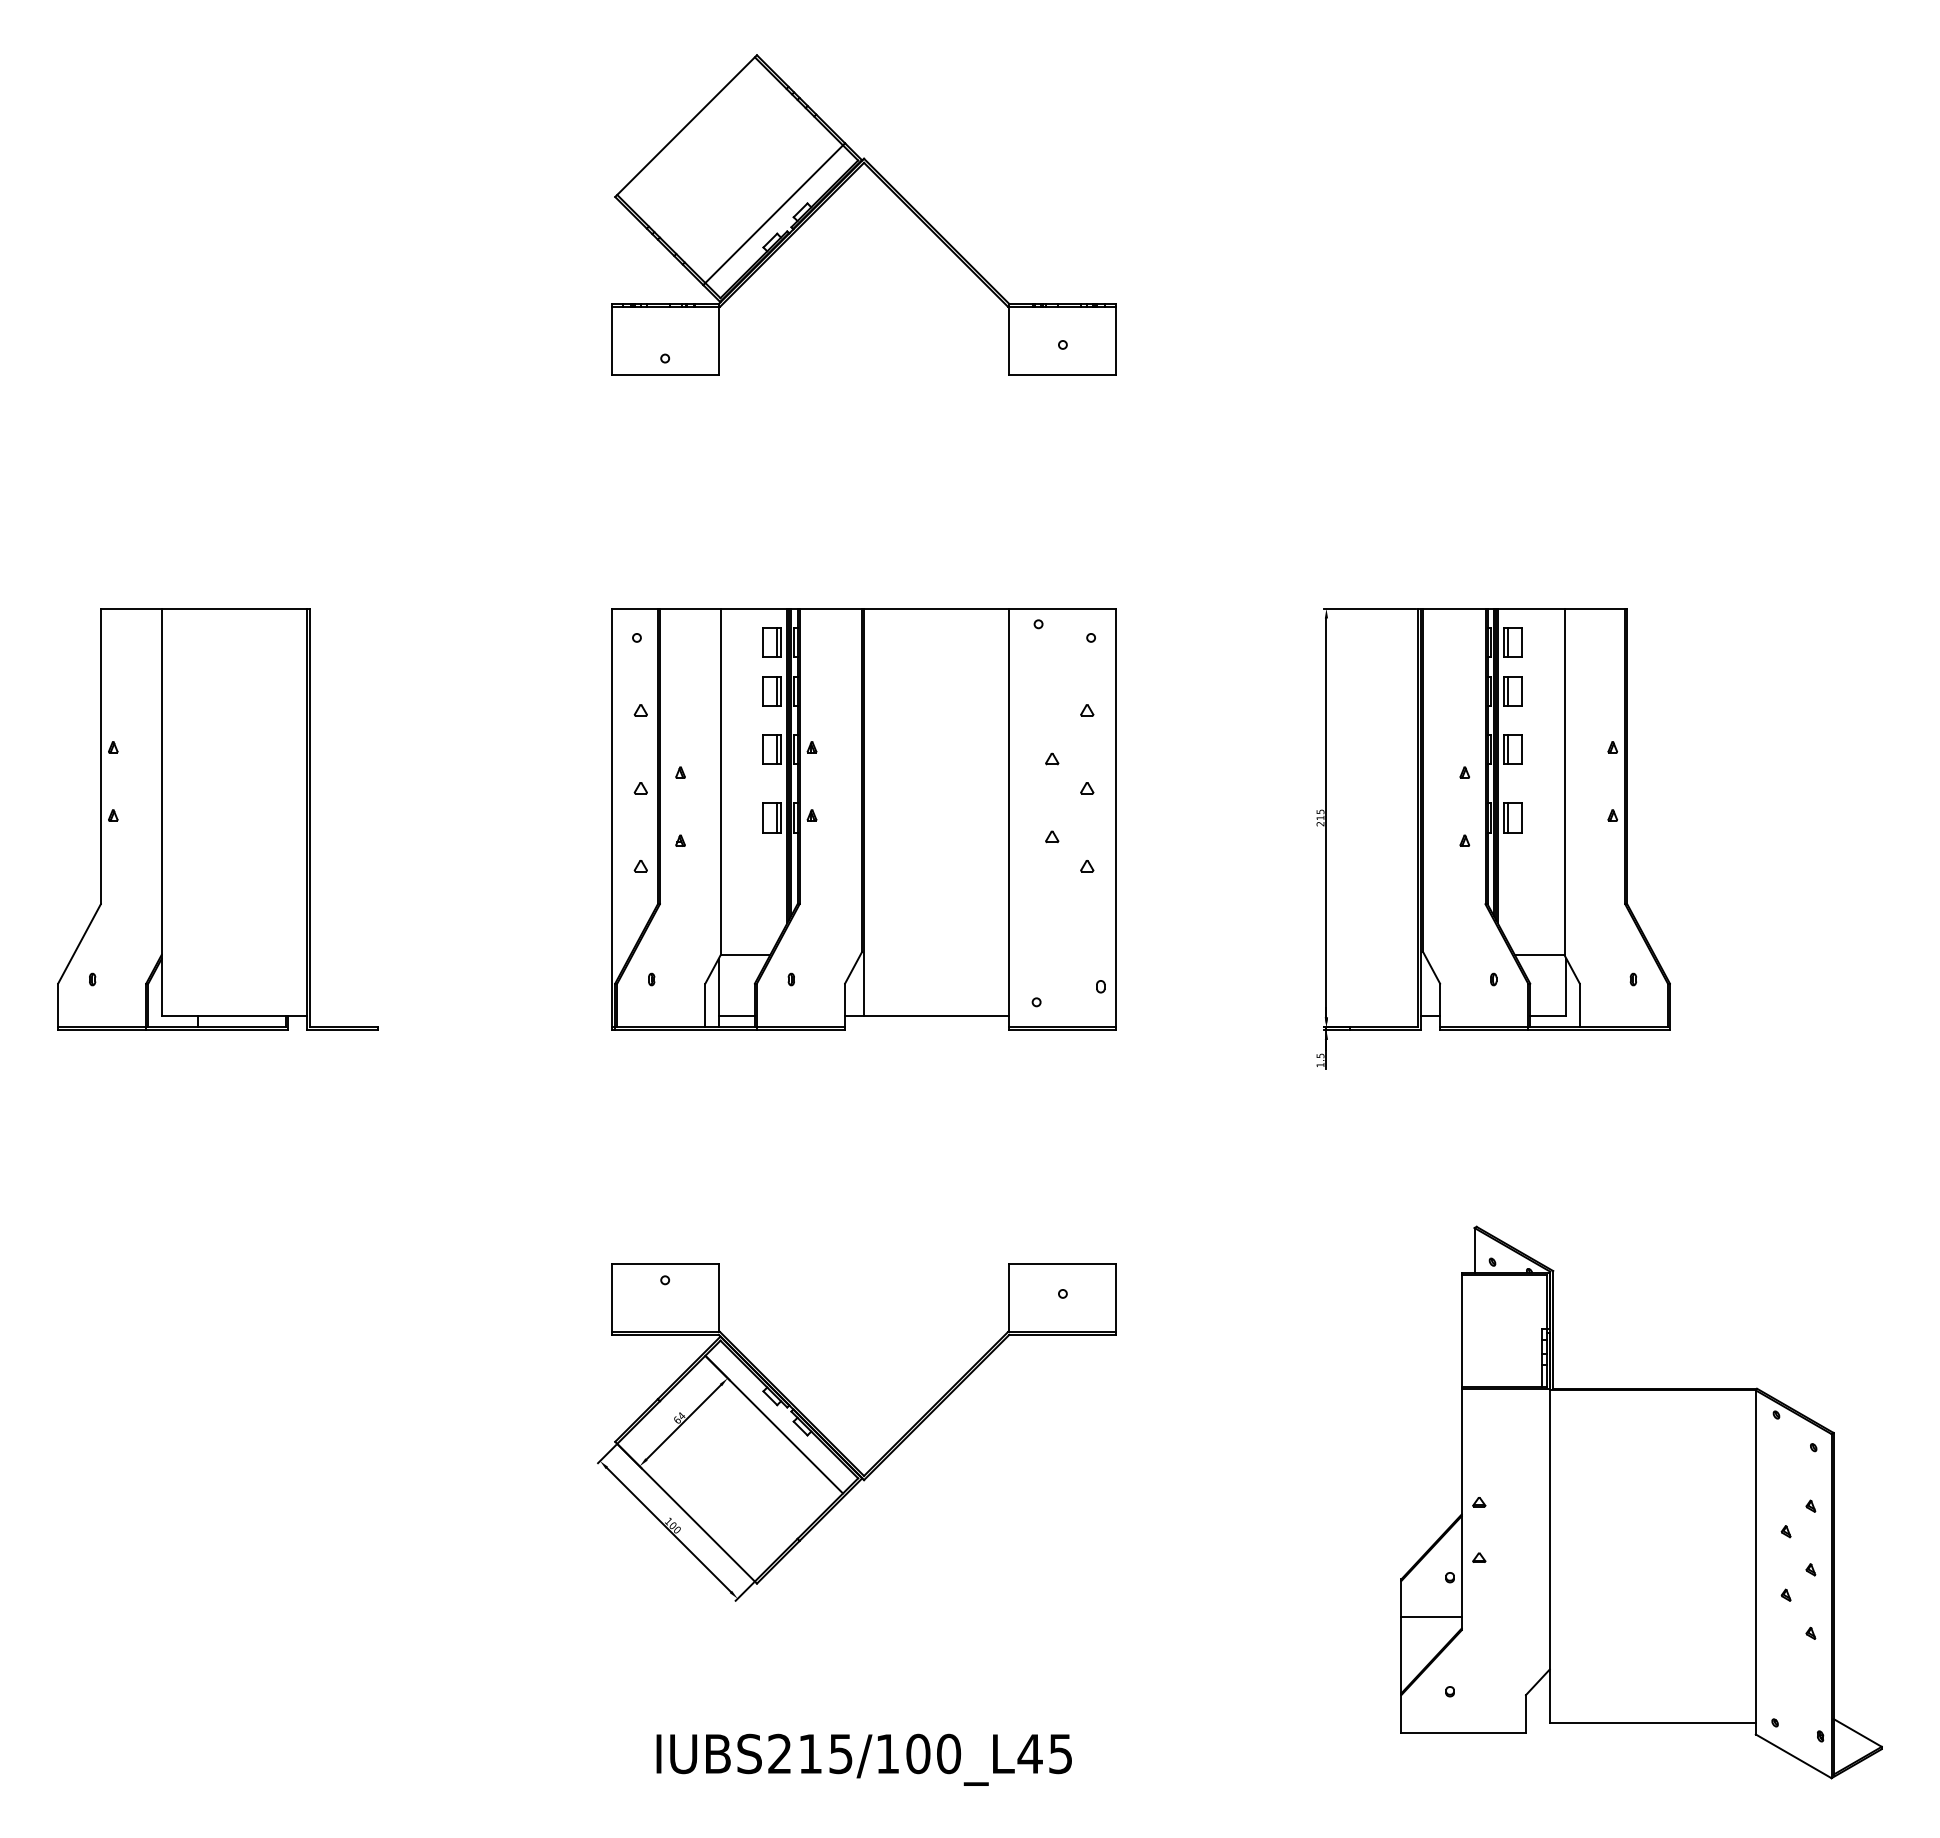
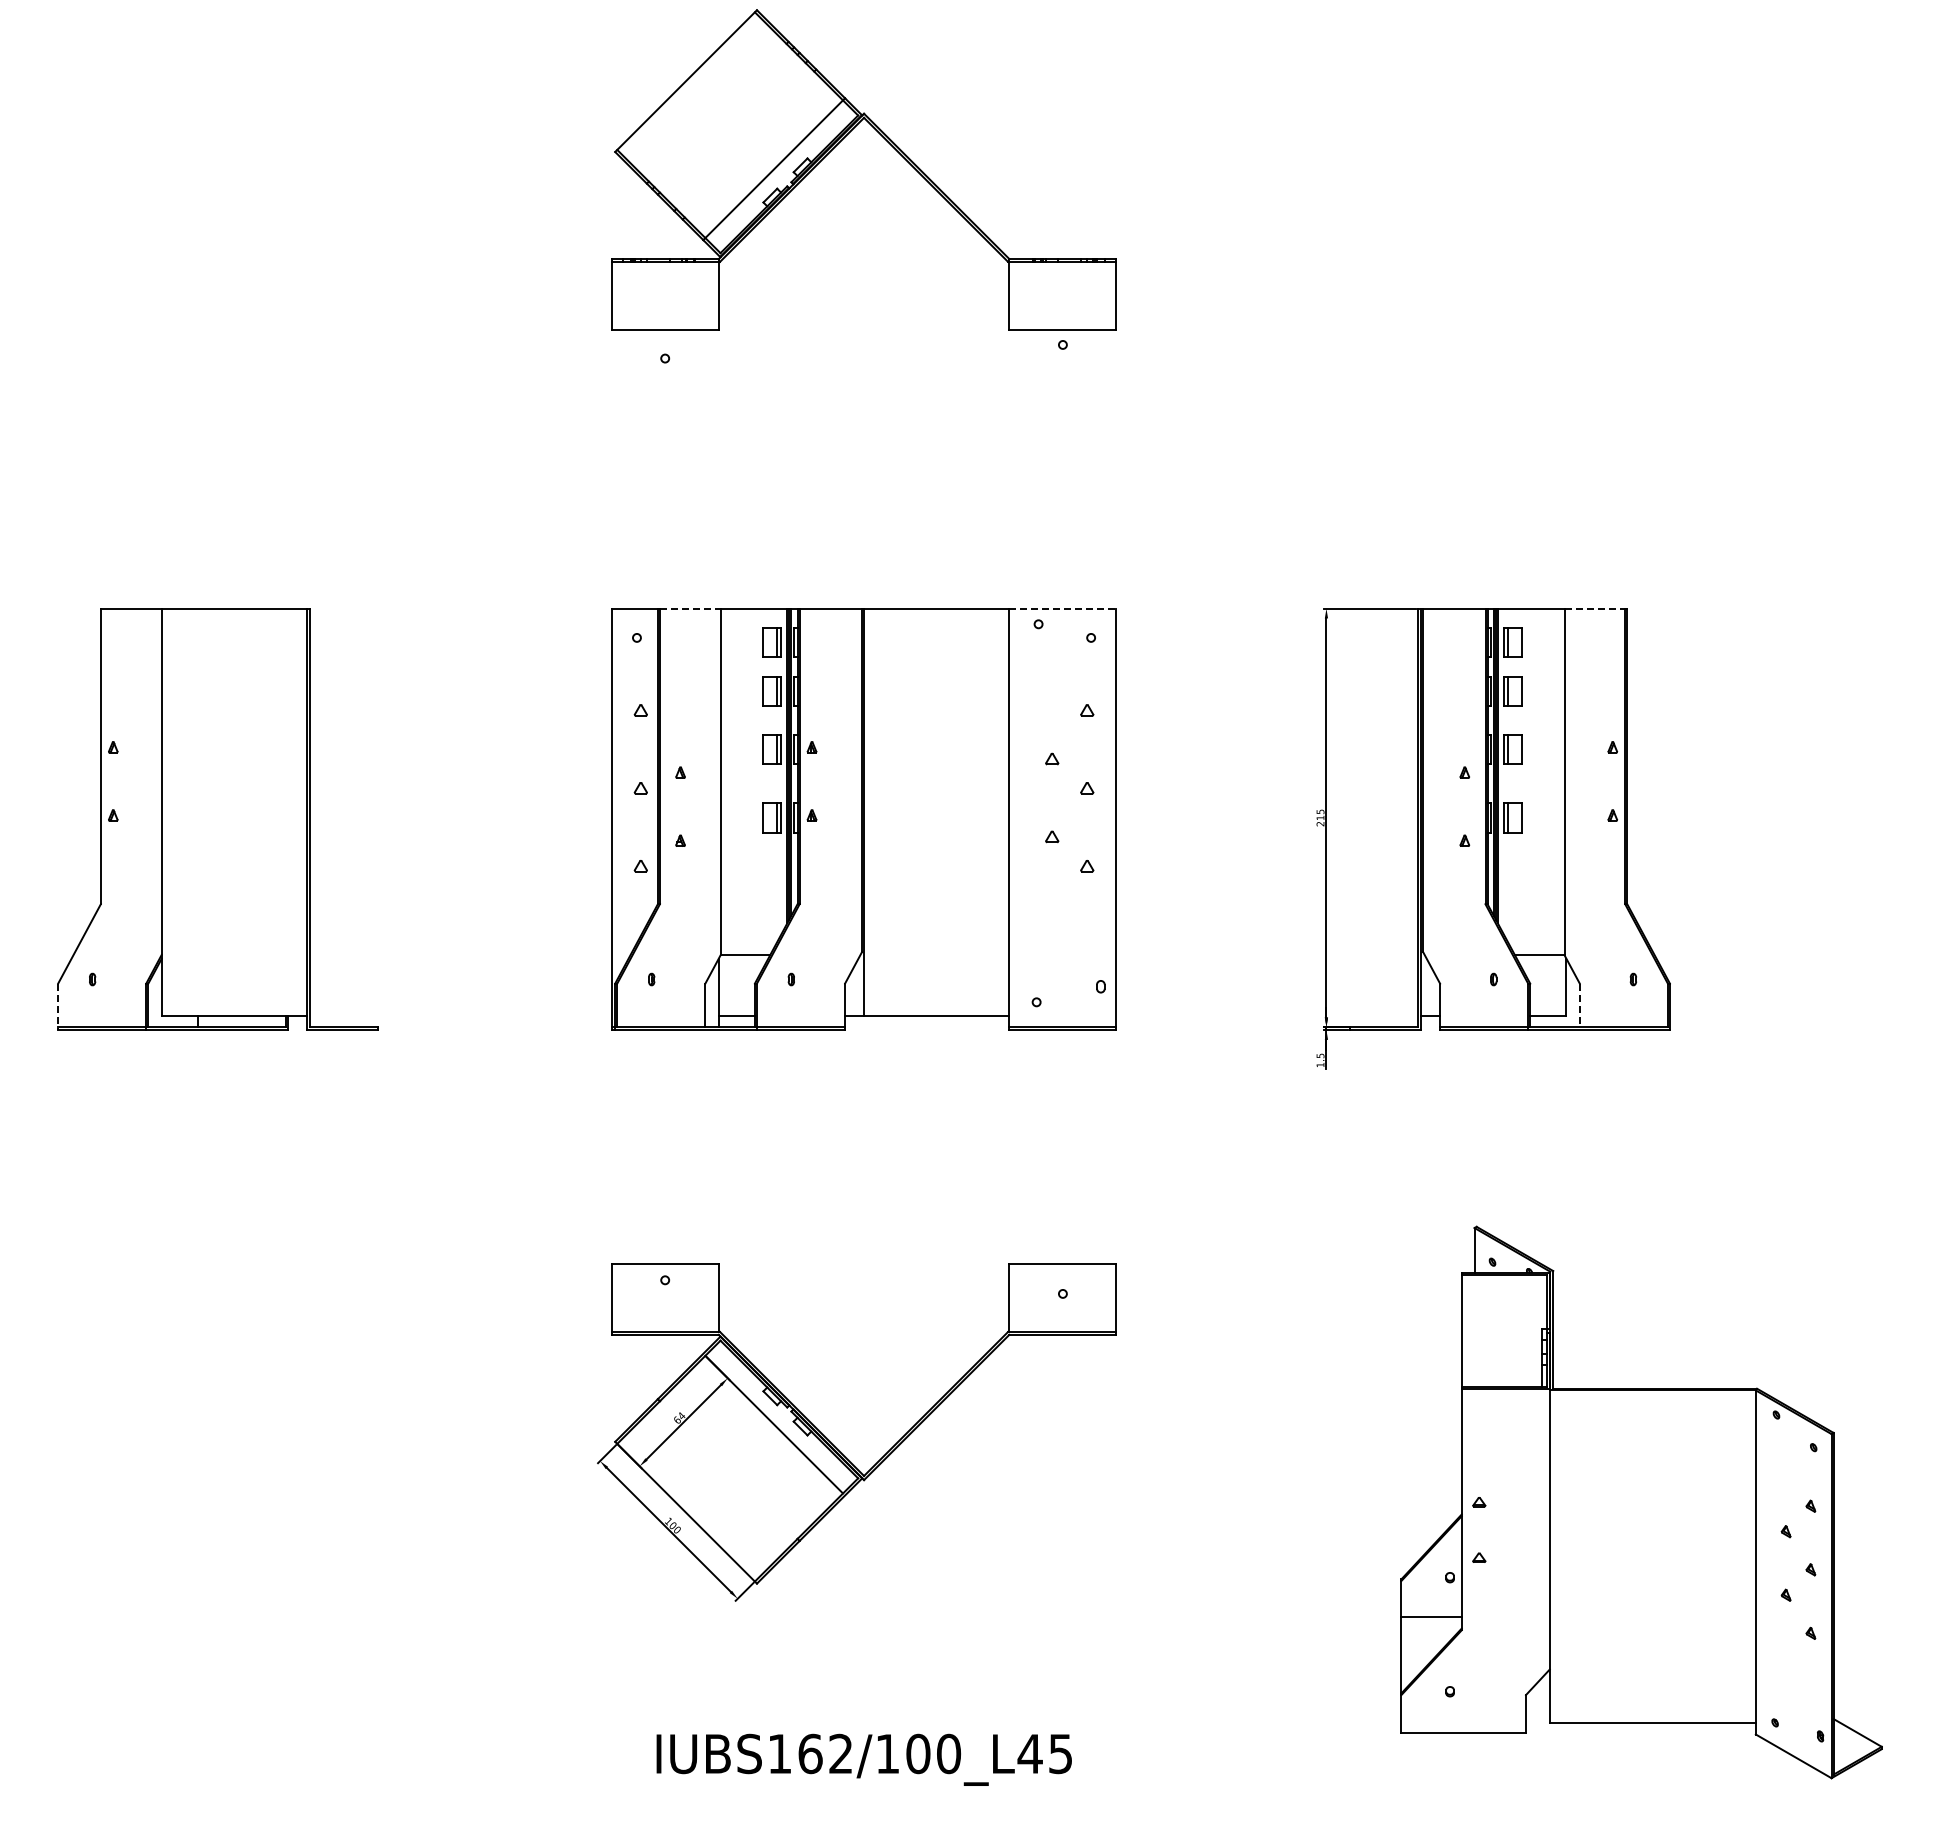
part at (838, 189) position: (838, 189) -> (838, 144)
line at (690, 608): solid -> dashed
line at (1062, 608): solid -> dashed
line at (1595, 608): solid -> dashed
line at (1579, 1005): solid -> dashed
line at (58, 1007): solid -> dashed
text at (810, 1753): IUBS215/100_L45 -> IUBS162/100_L45
